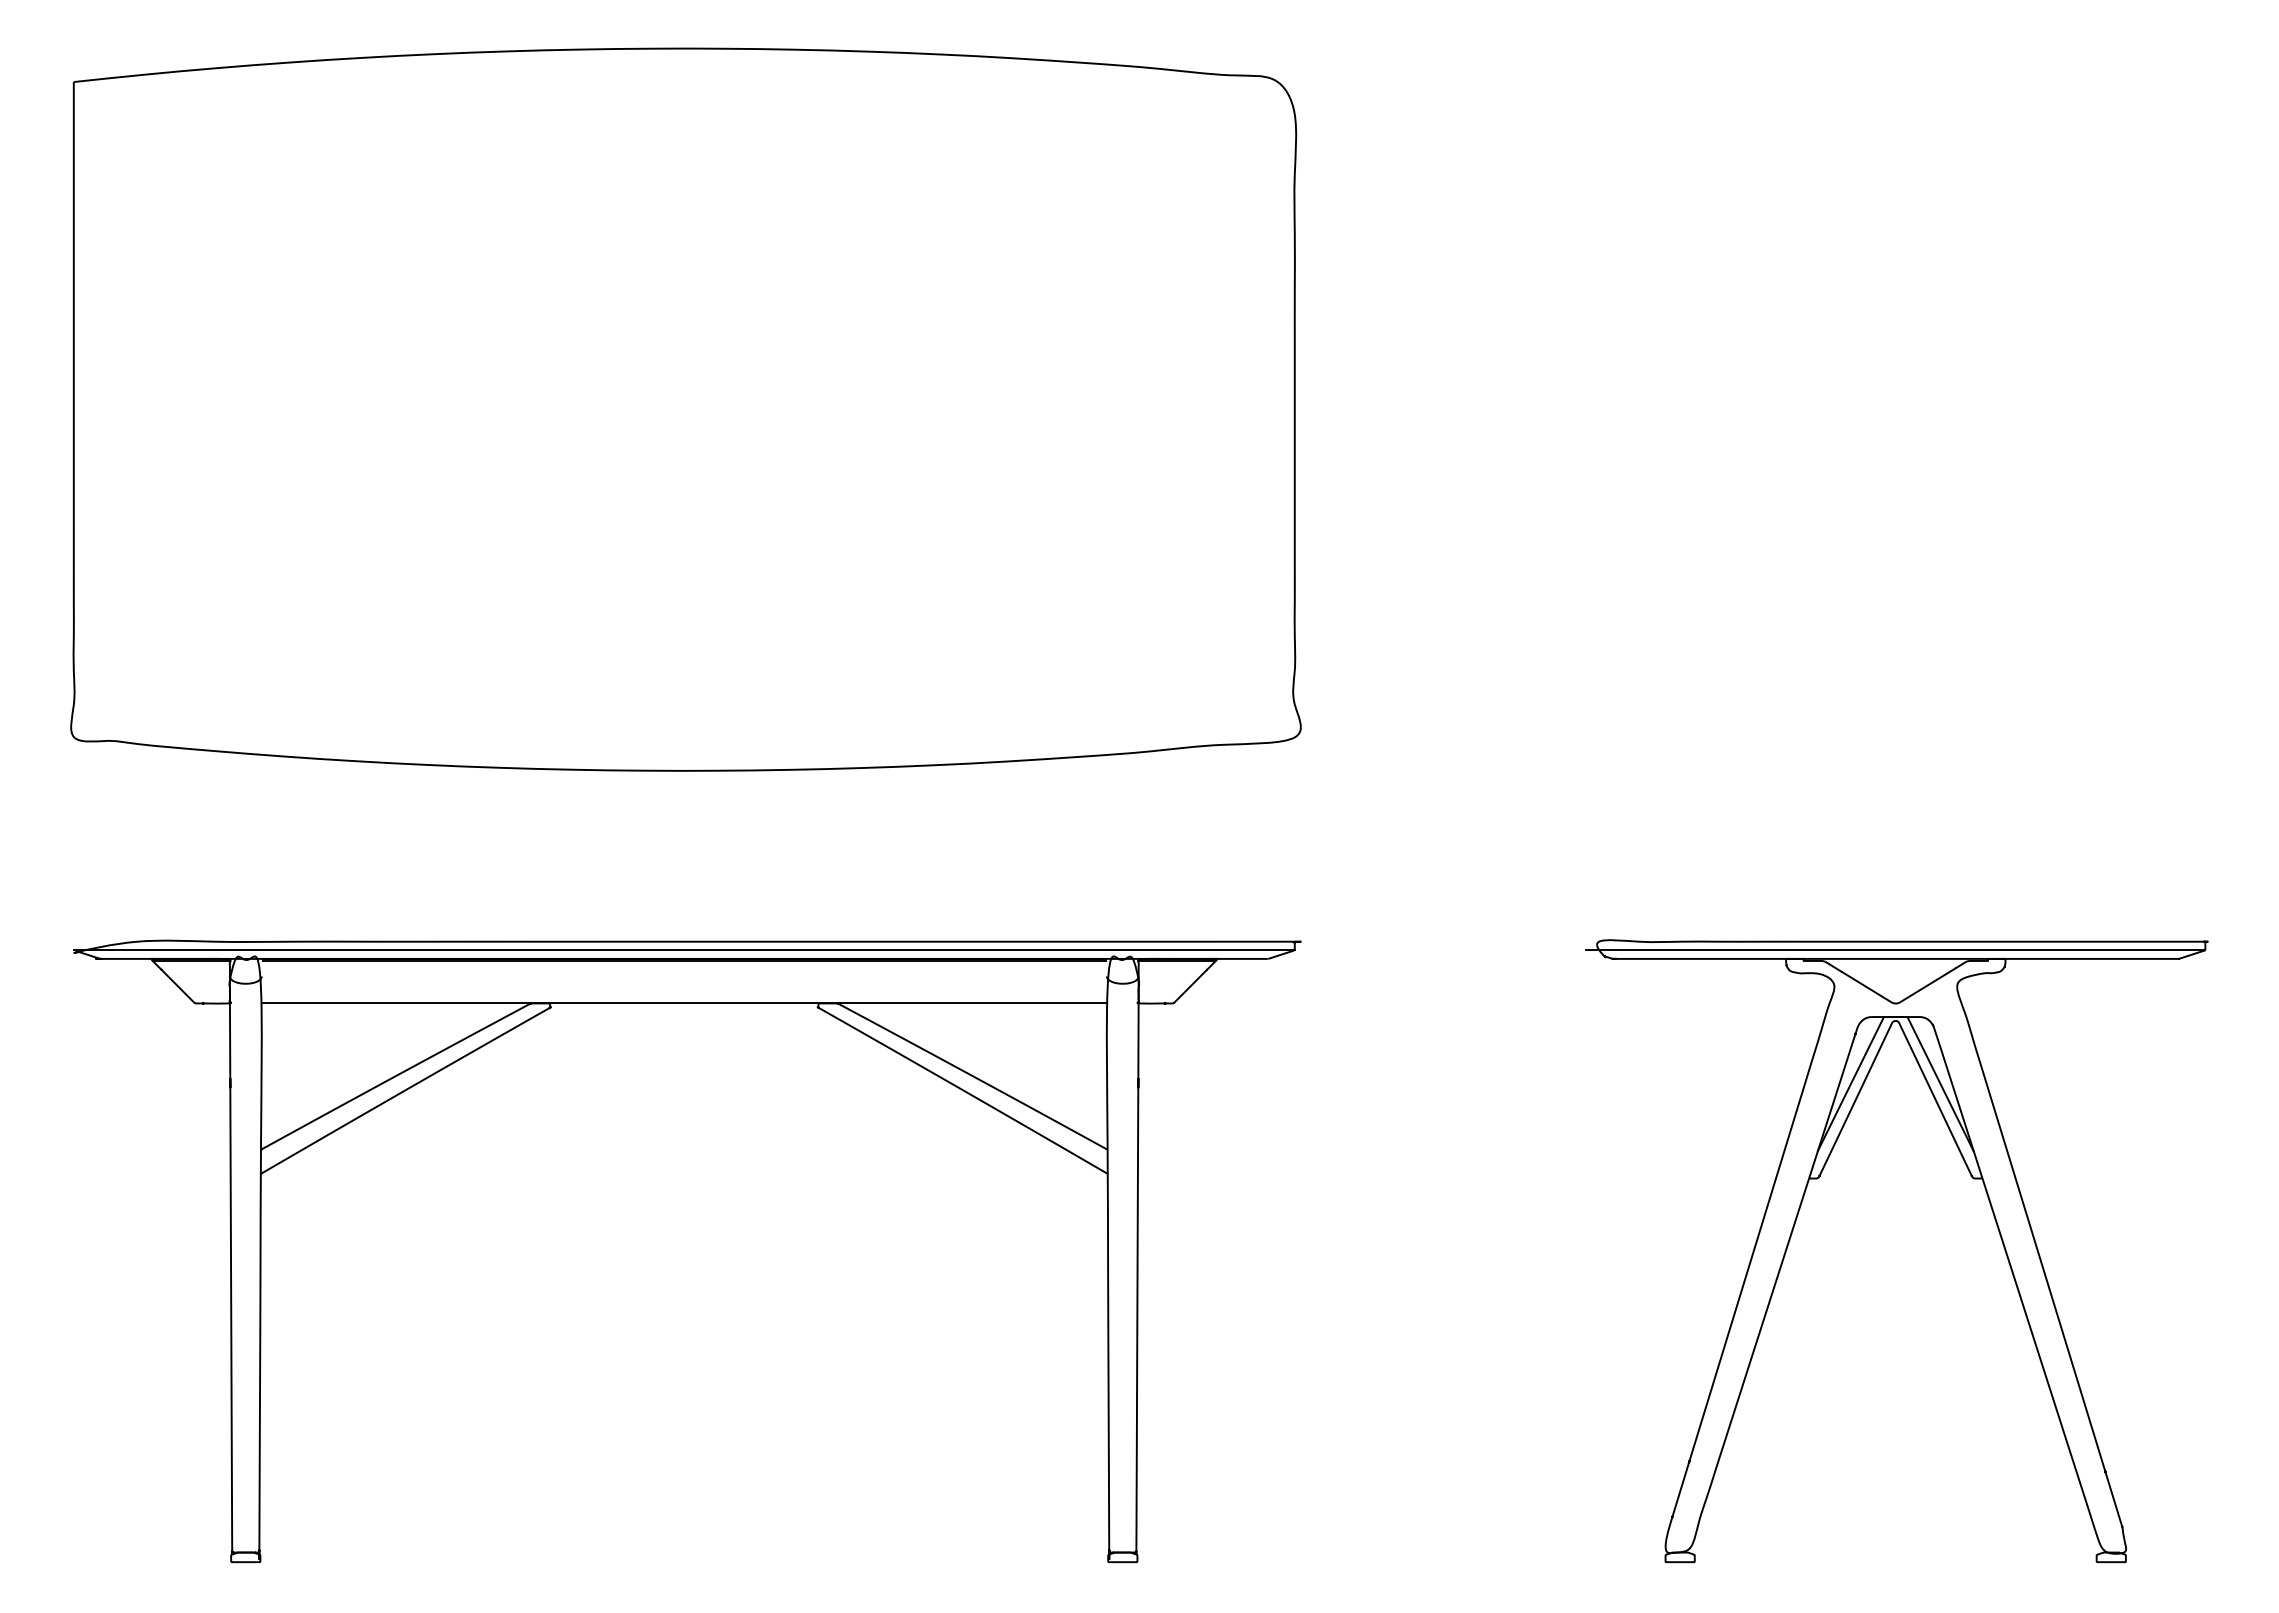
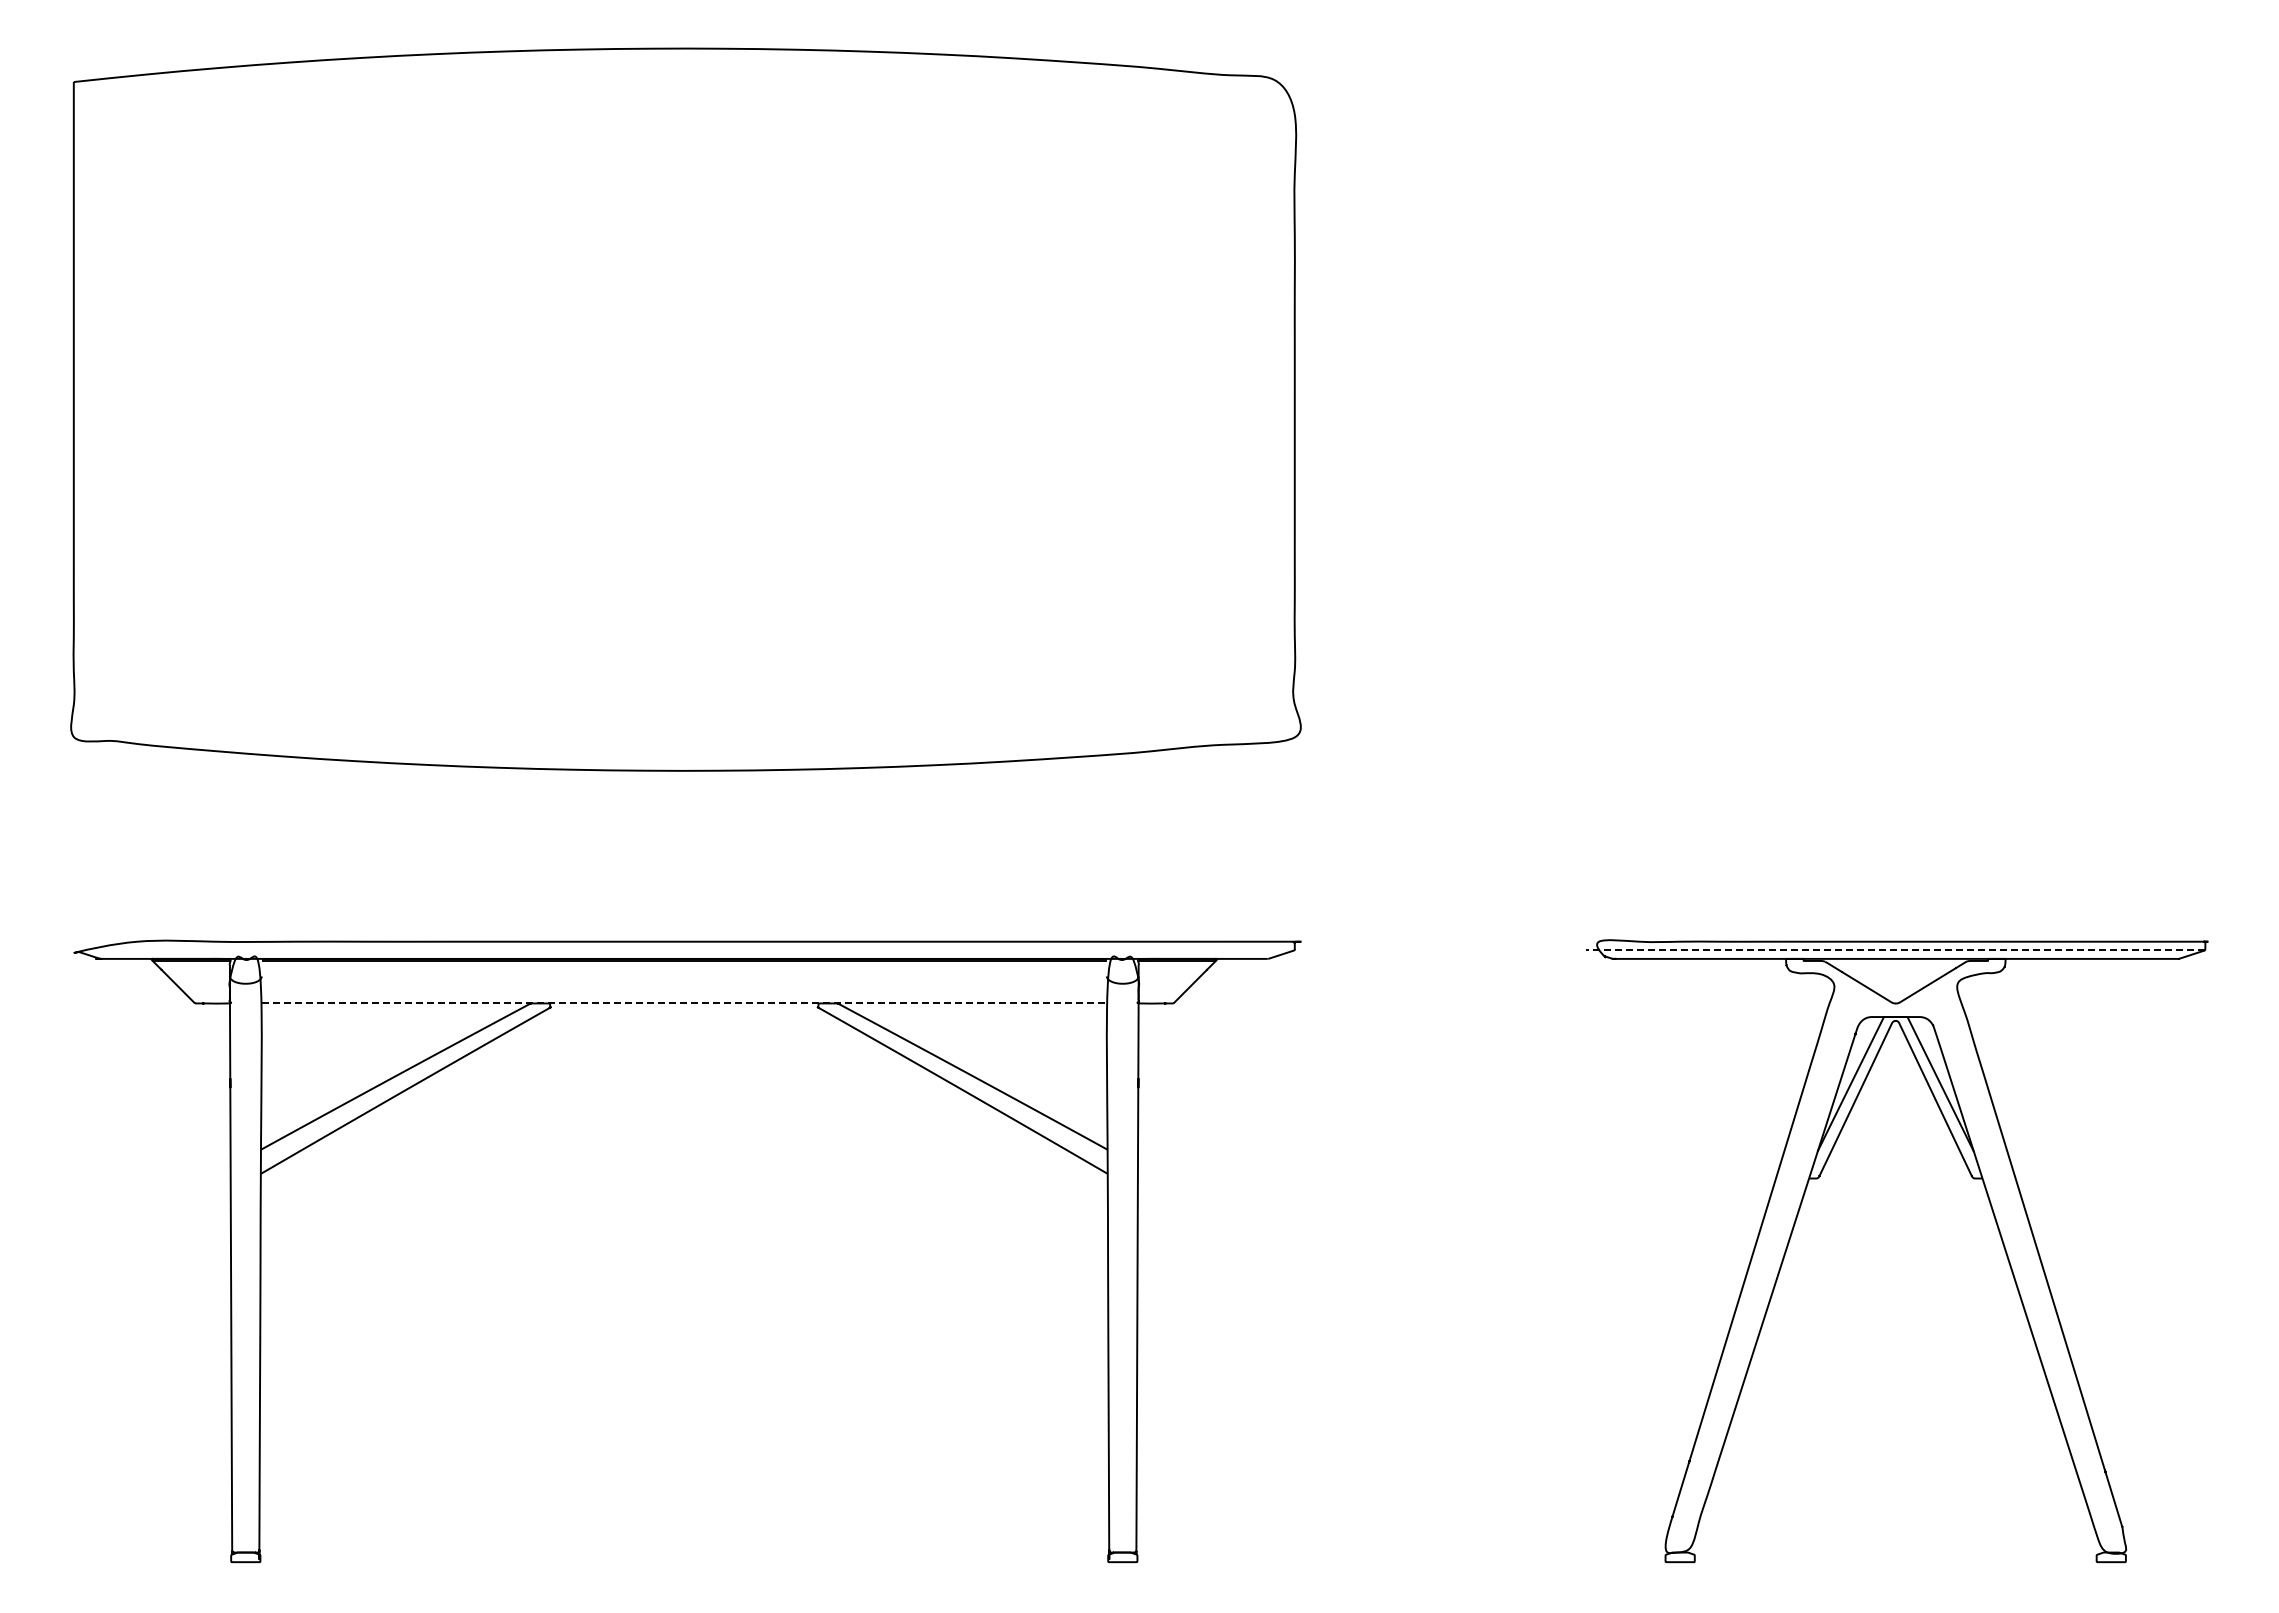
line at (683, 950): present -> none
line at (1895, 950): solid -> dashed
line at (684, 1003): solid -> dashed
